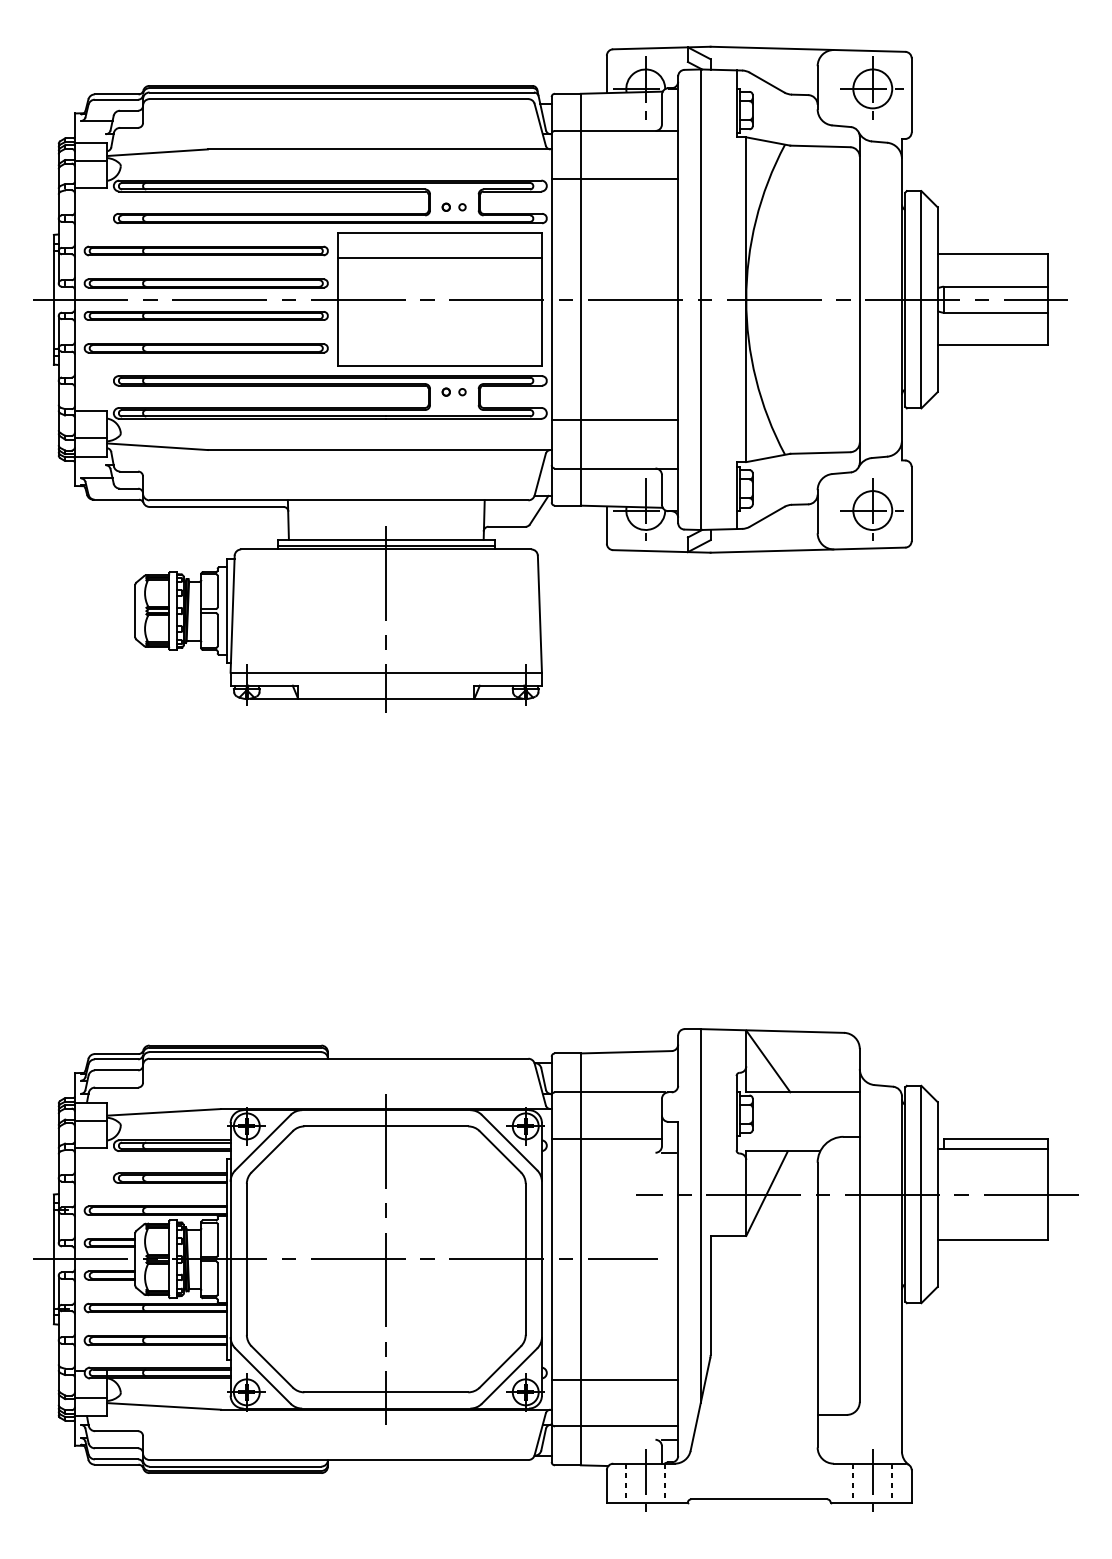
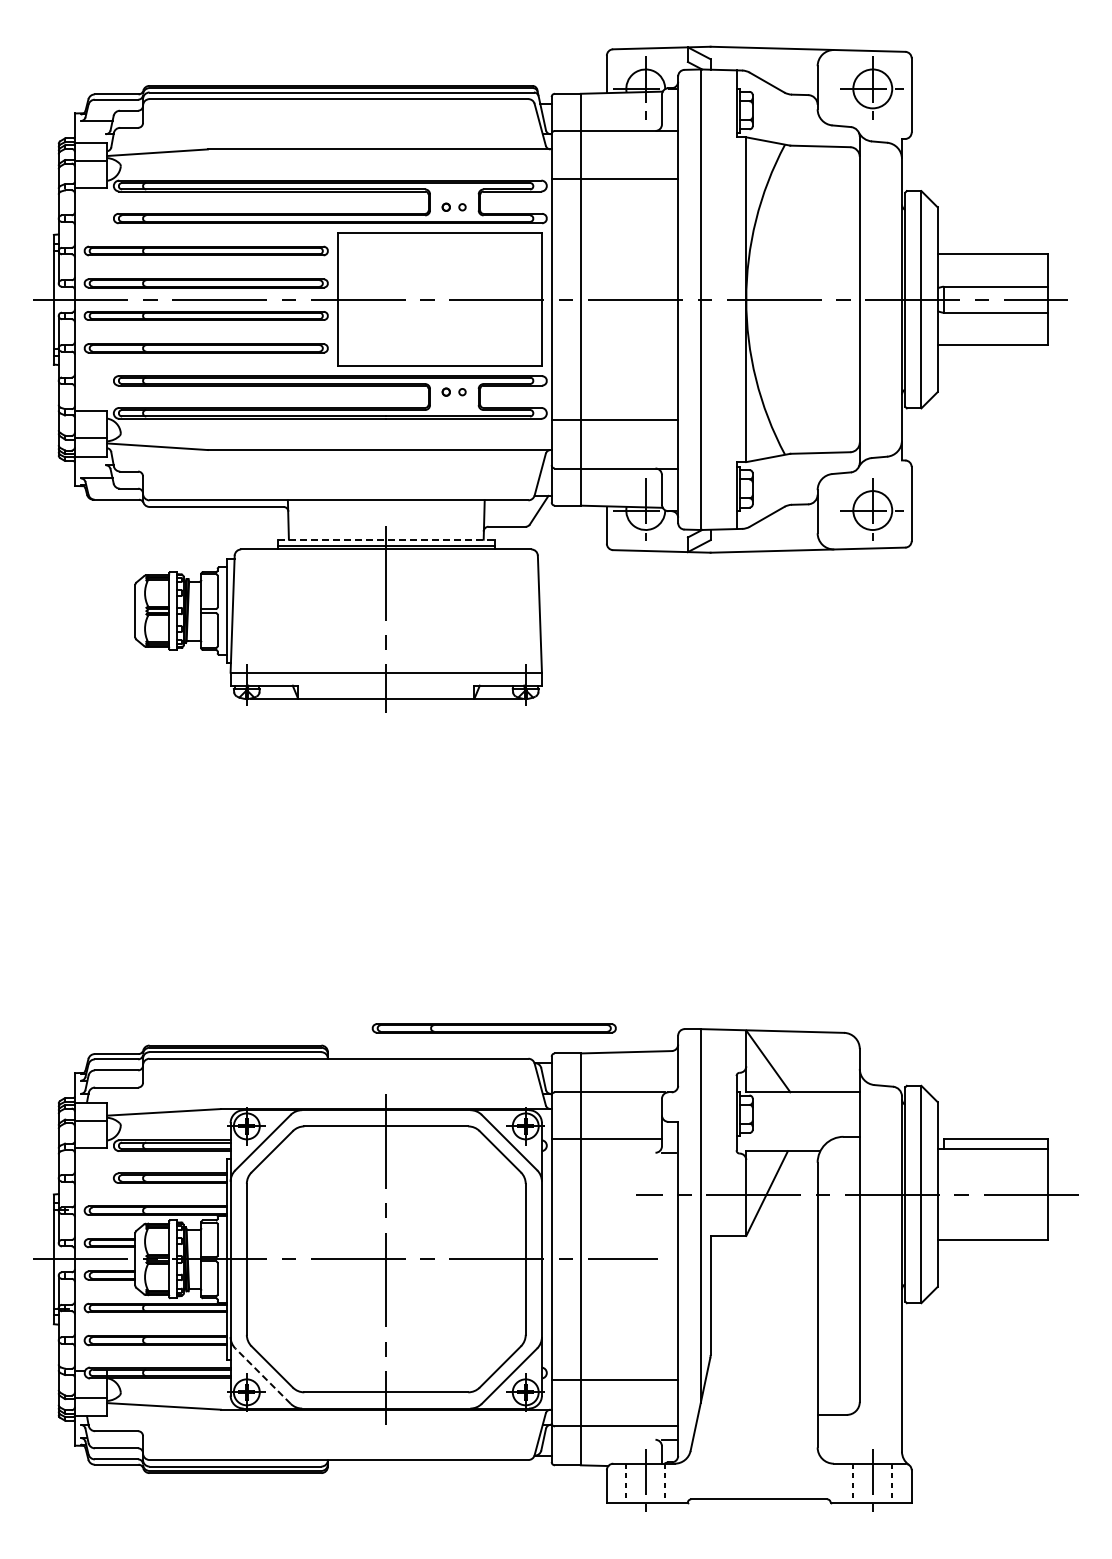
line at (439, 257): present -> none
line at (386, 539): solid -> dashed
part at (493, 1028): none -> present
line at (262, 1375): solid -> dashed
